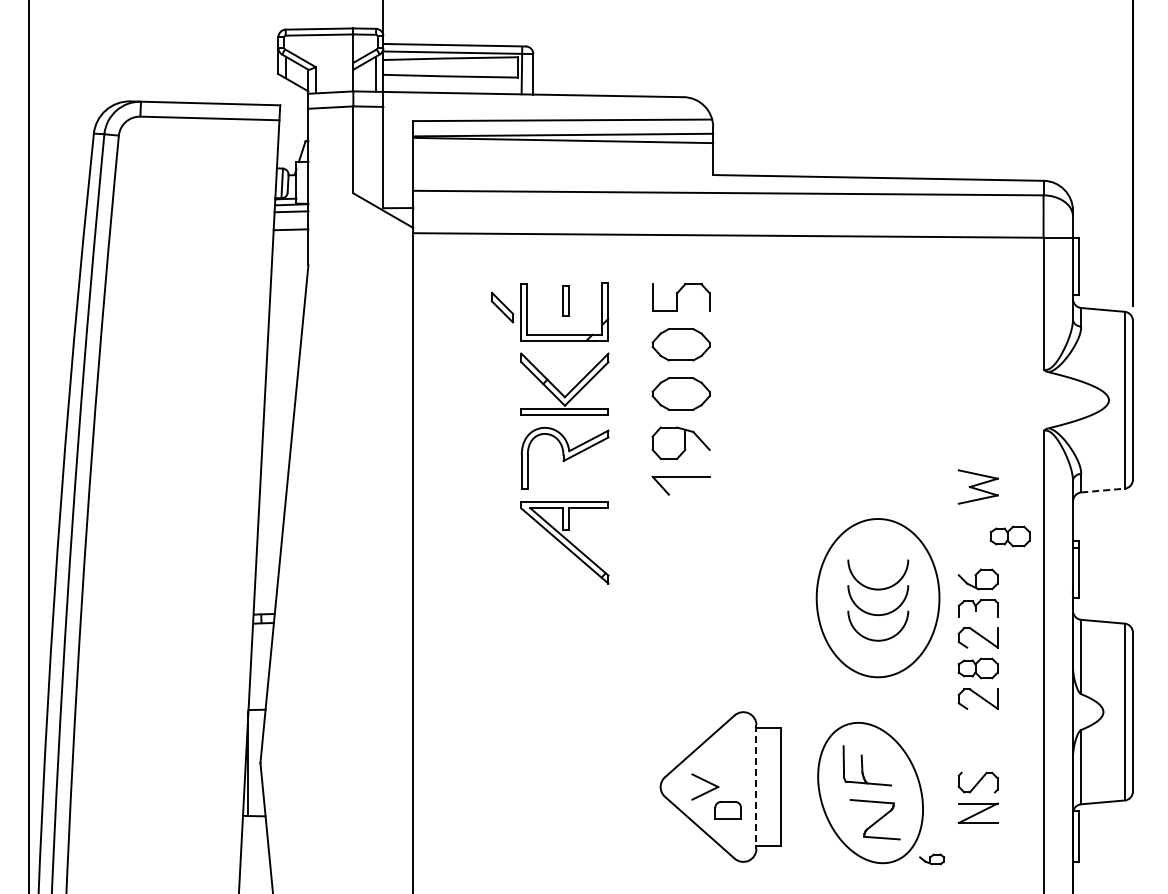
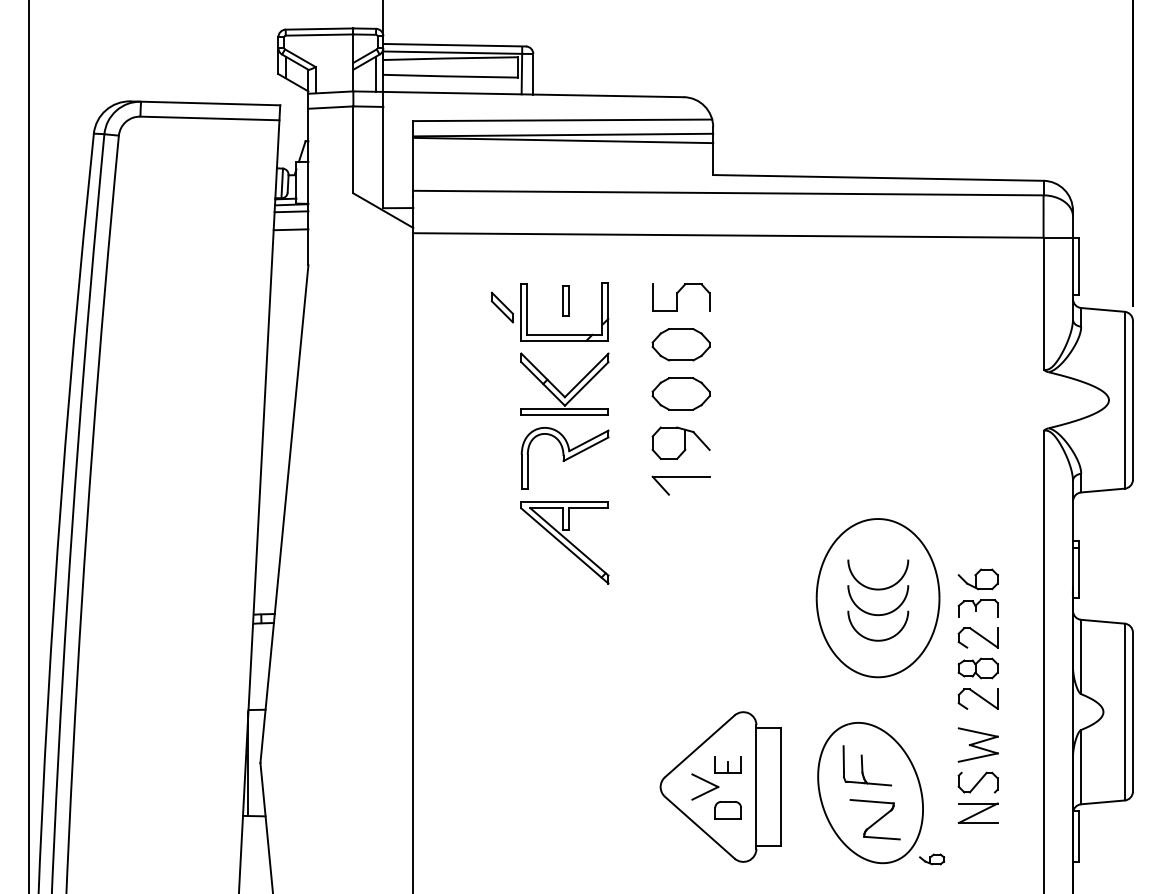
part at (977, 486) position: (977, 486) -> (977, 744)
line at (1102, 490): dashed -> solid
part at (1009, 536): present -> none
part at (727, 764): none -> present
line at (756, 787): dashed -> solid
